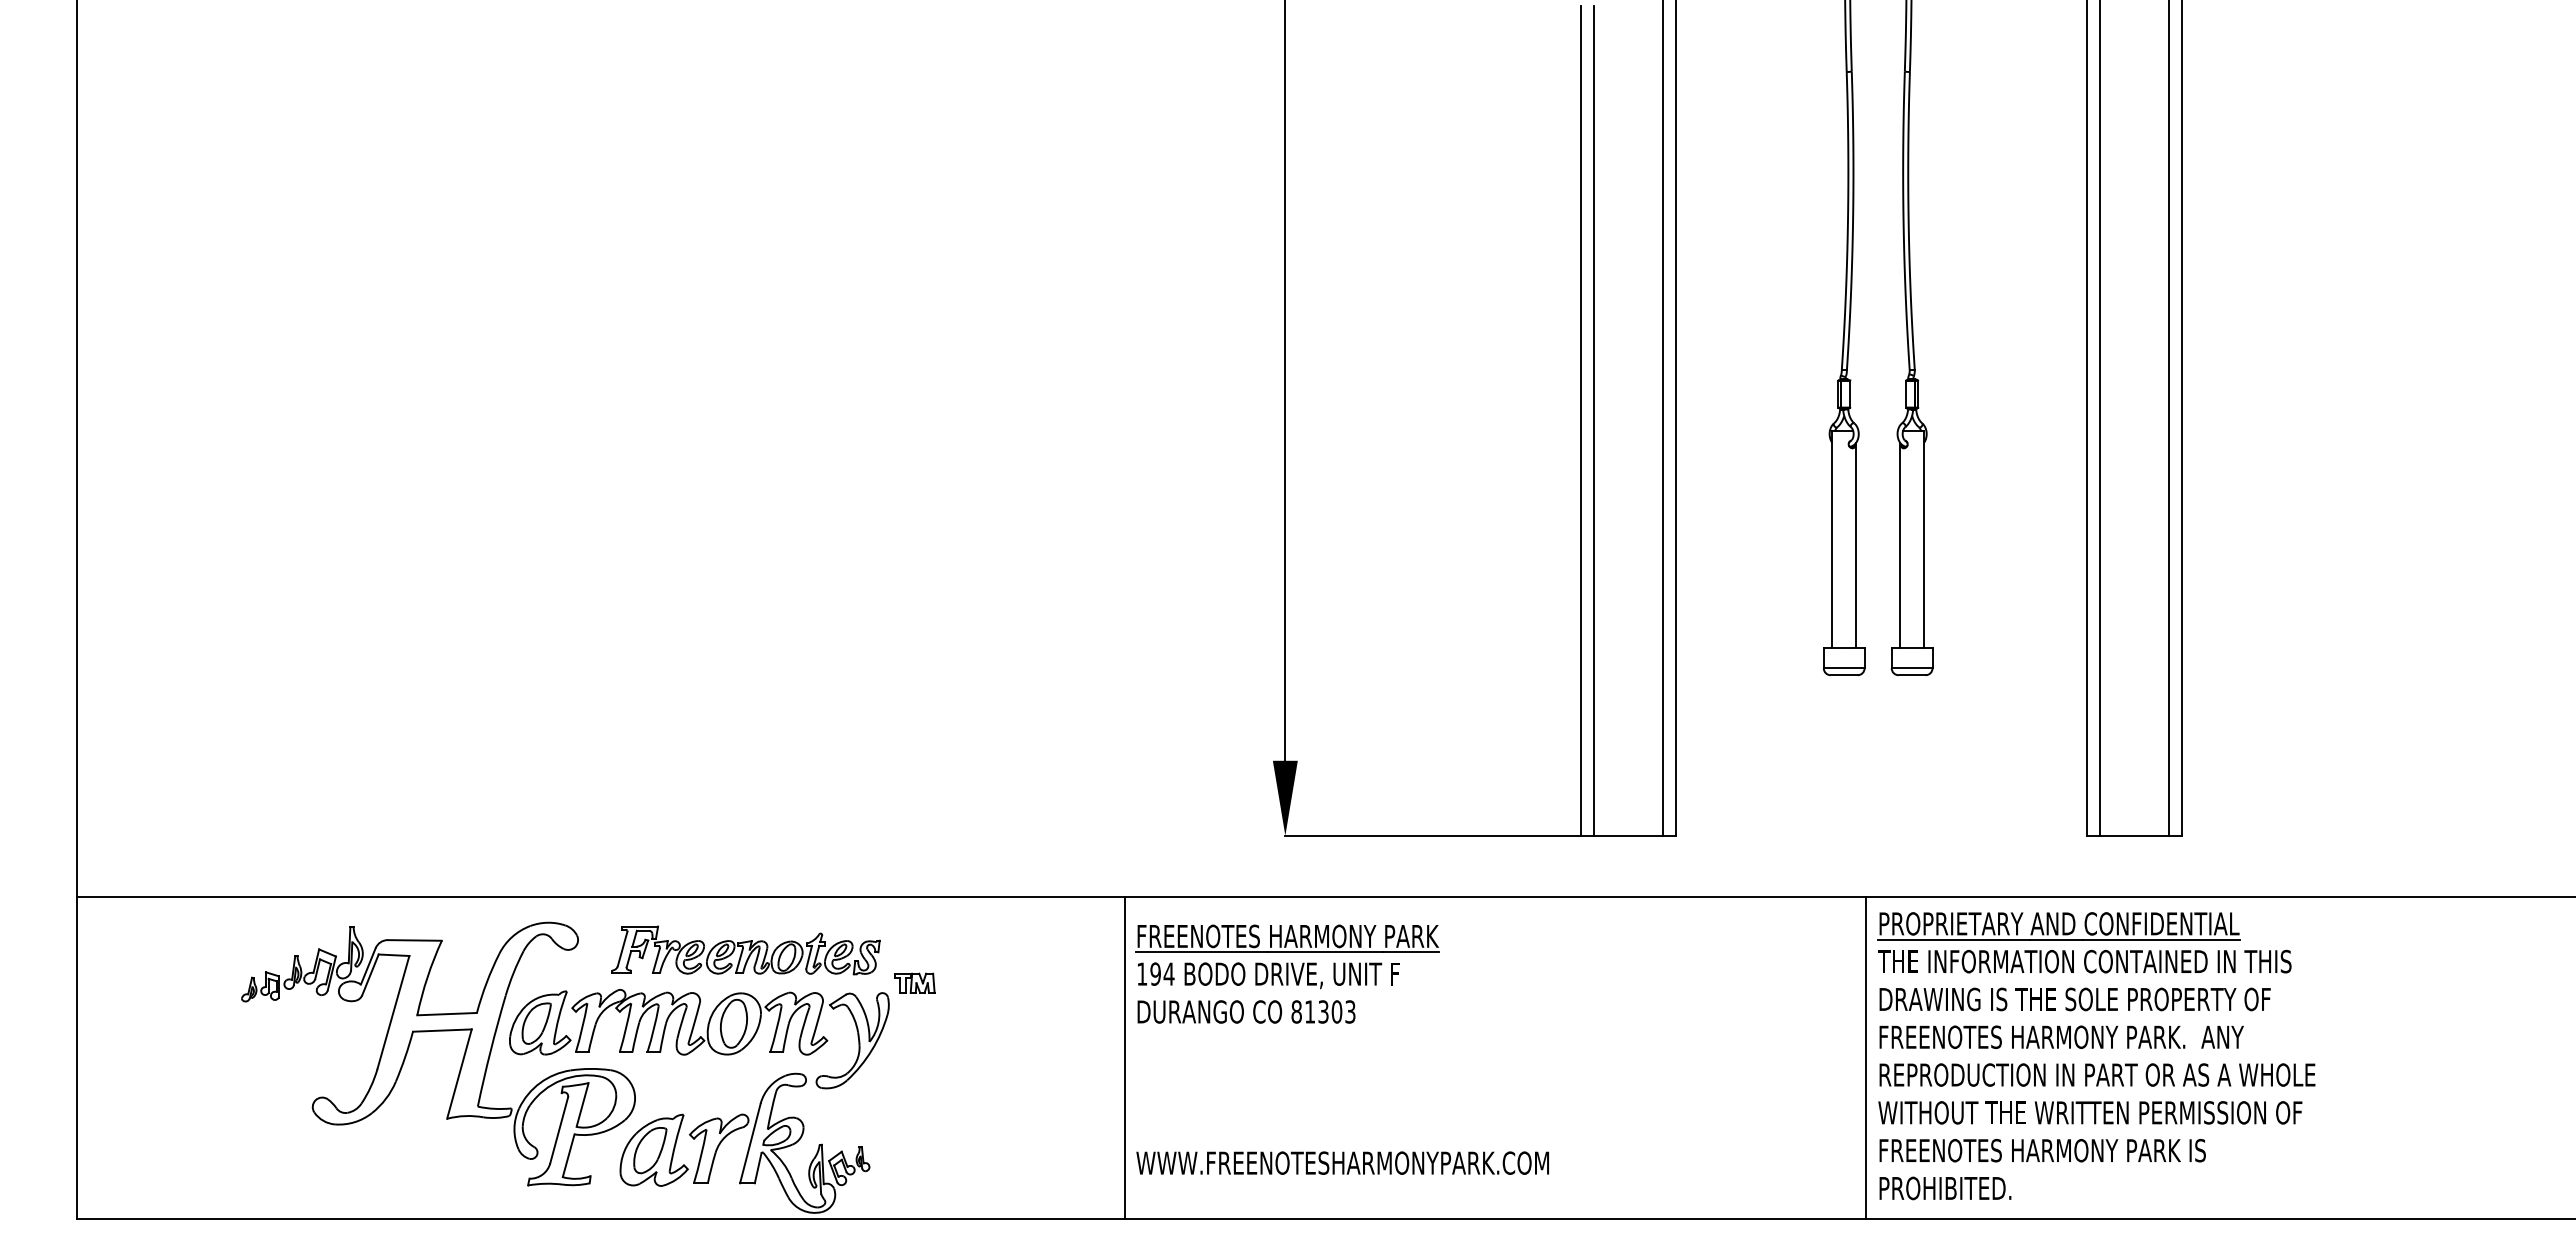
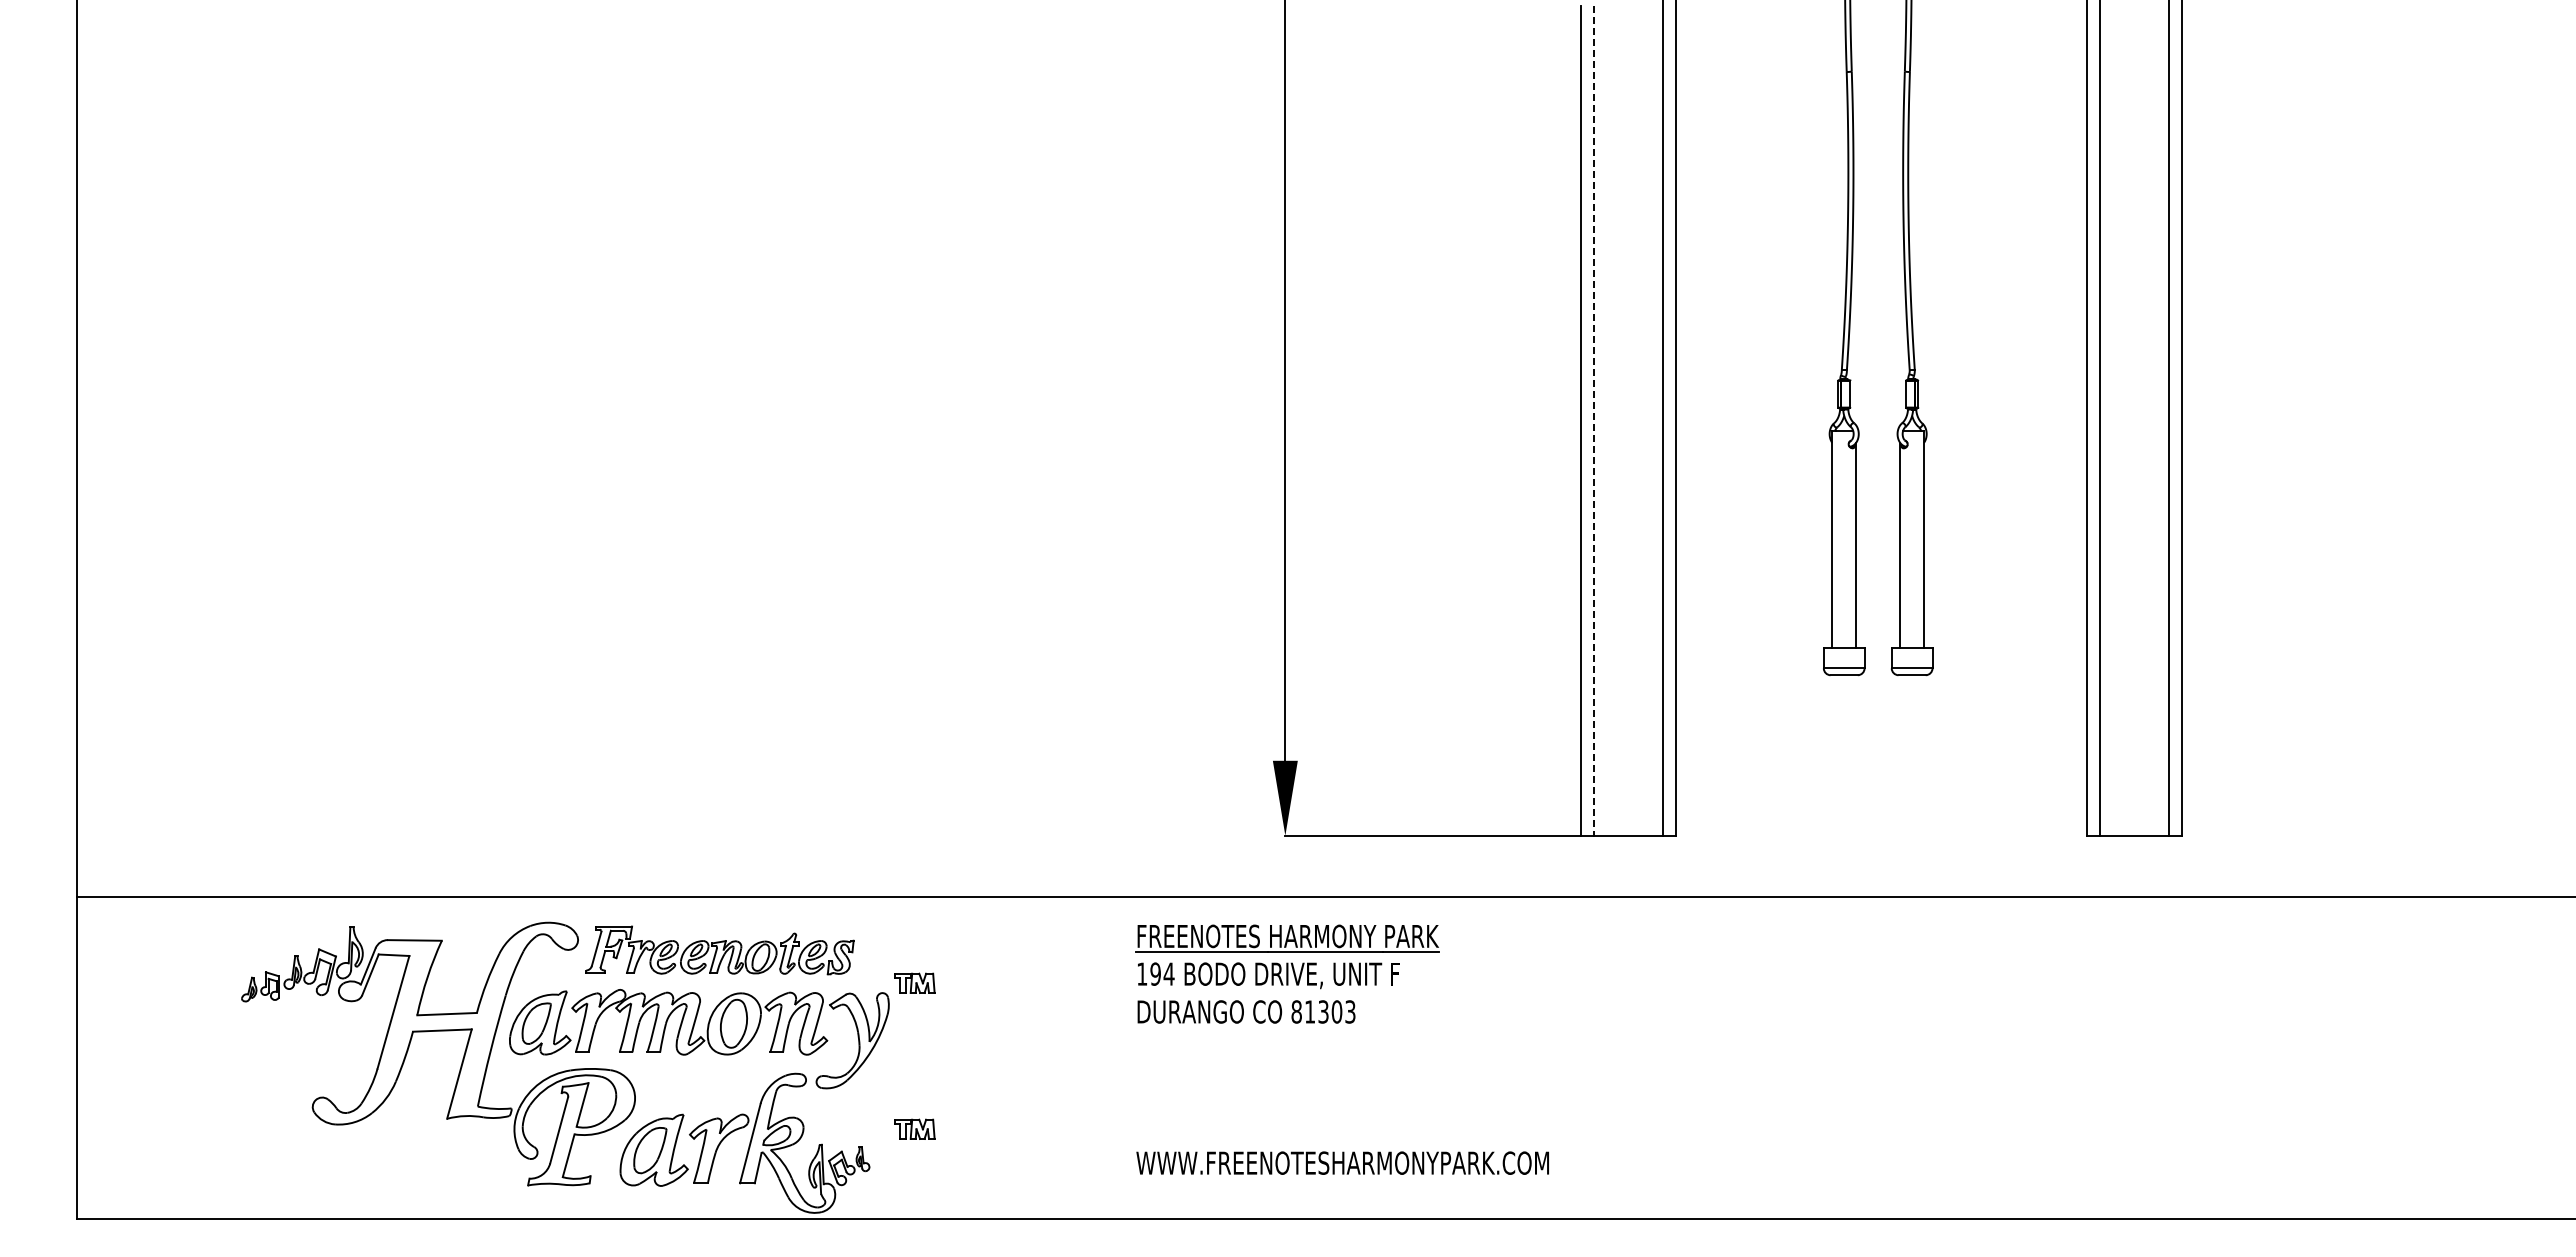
line at (1593, 420): solid -> dashed
part at (745, 950) position: (745, 950) -> (719, 950)
part at (2093, 1048): present -> none
line at (1124, 1058): present -> none
line at (1866, 1058): present -> none
part at (914, 1128): none -> present
